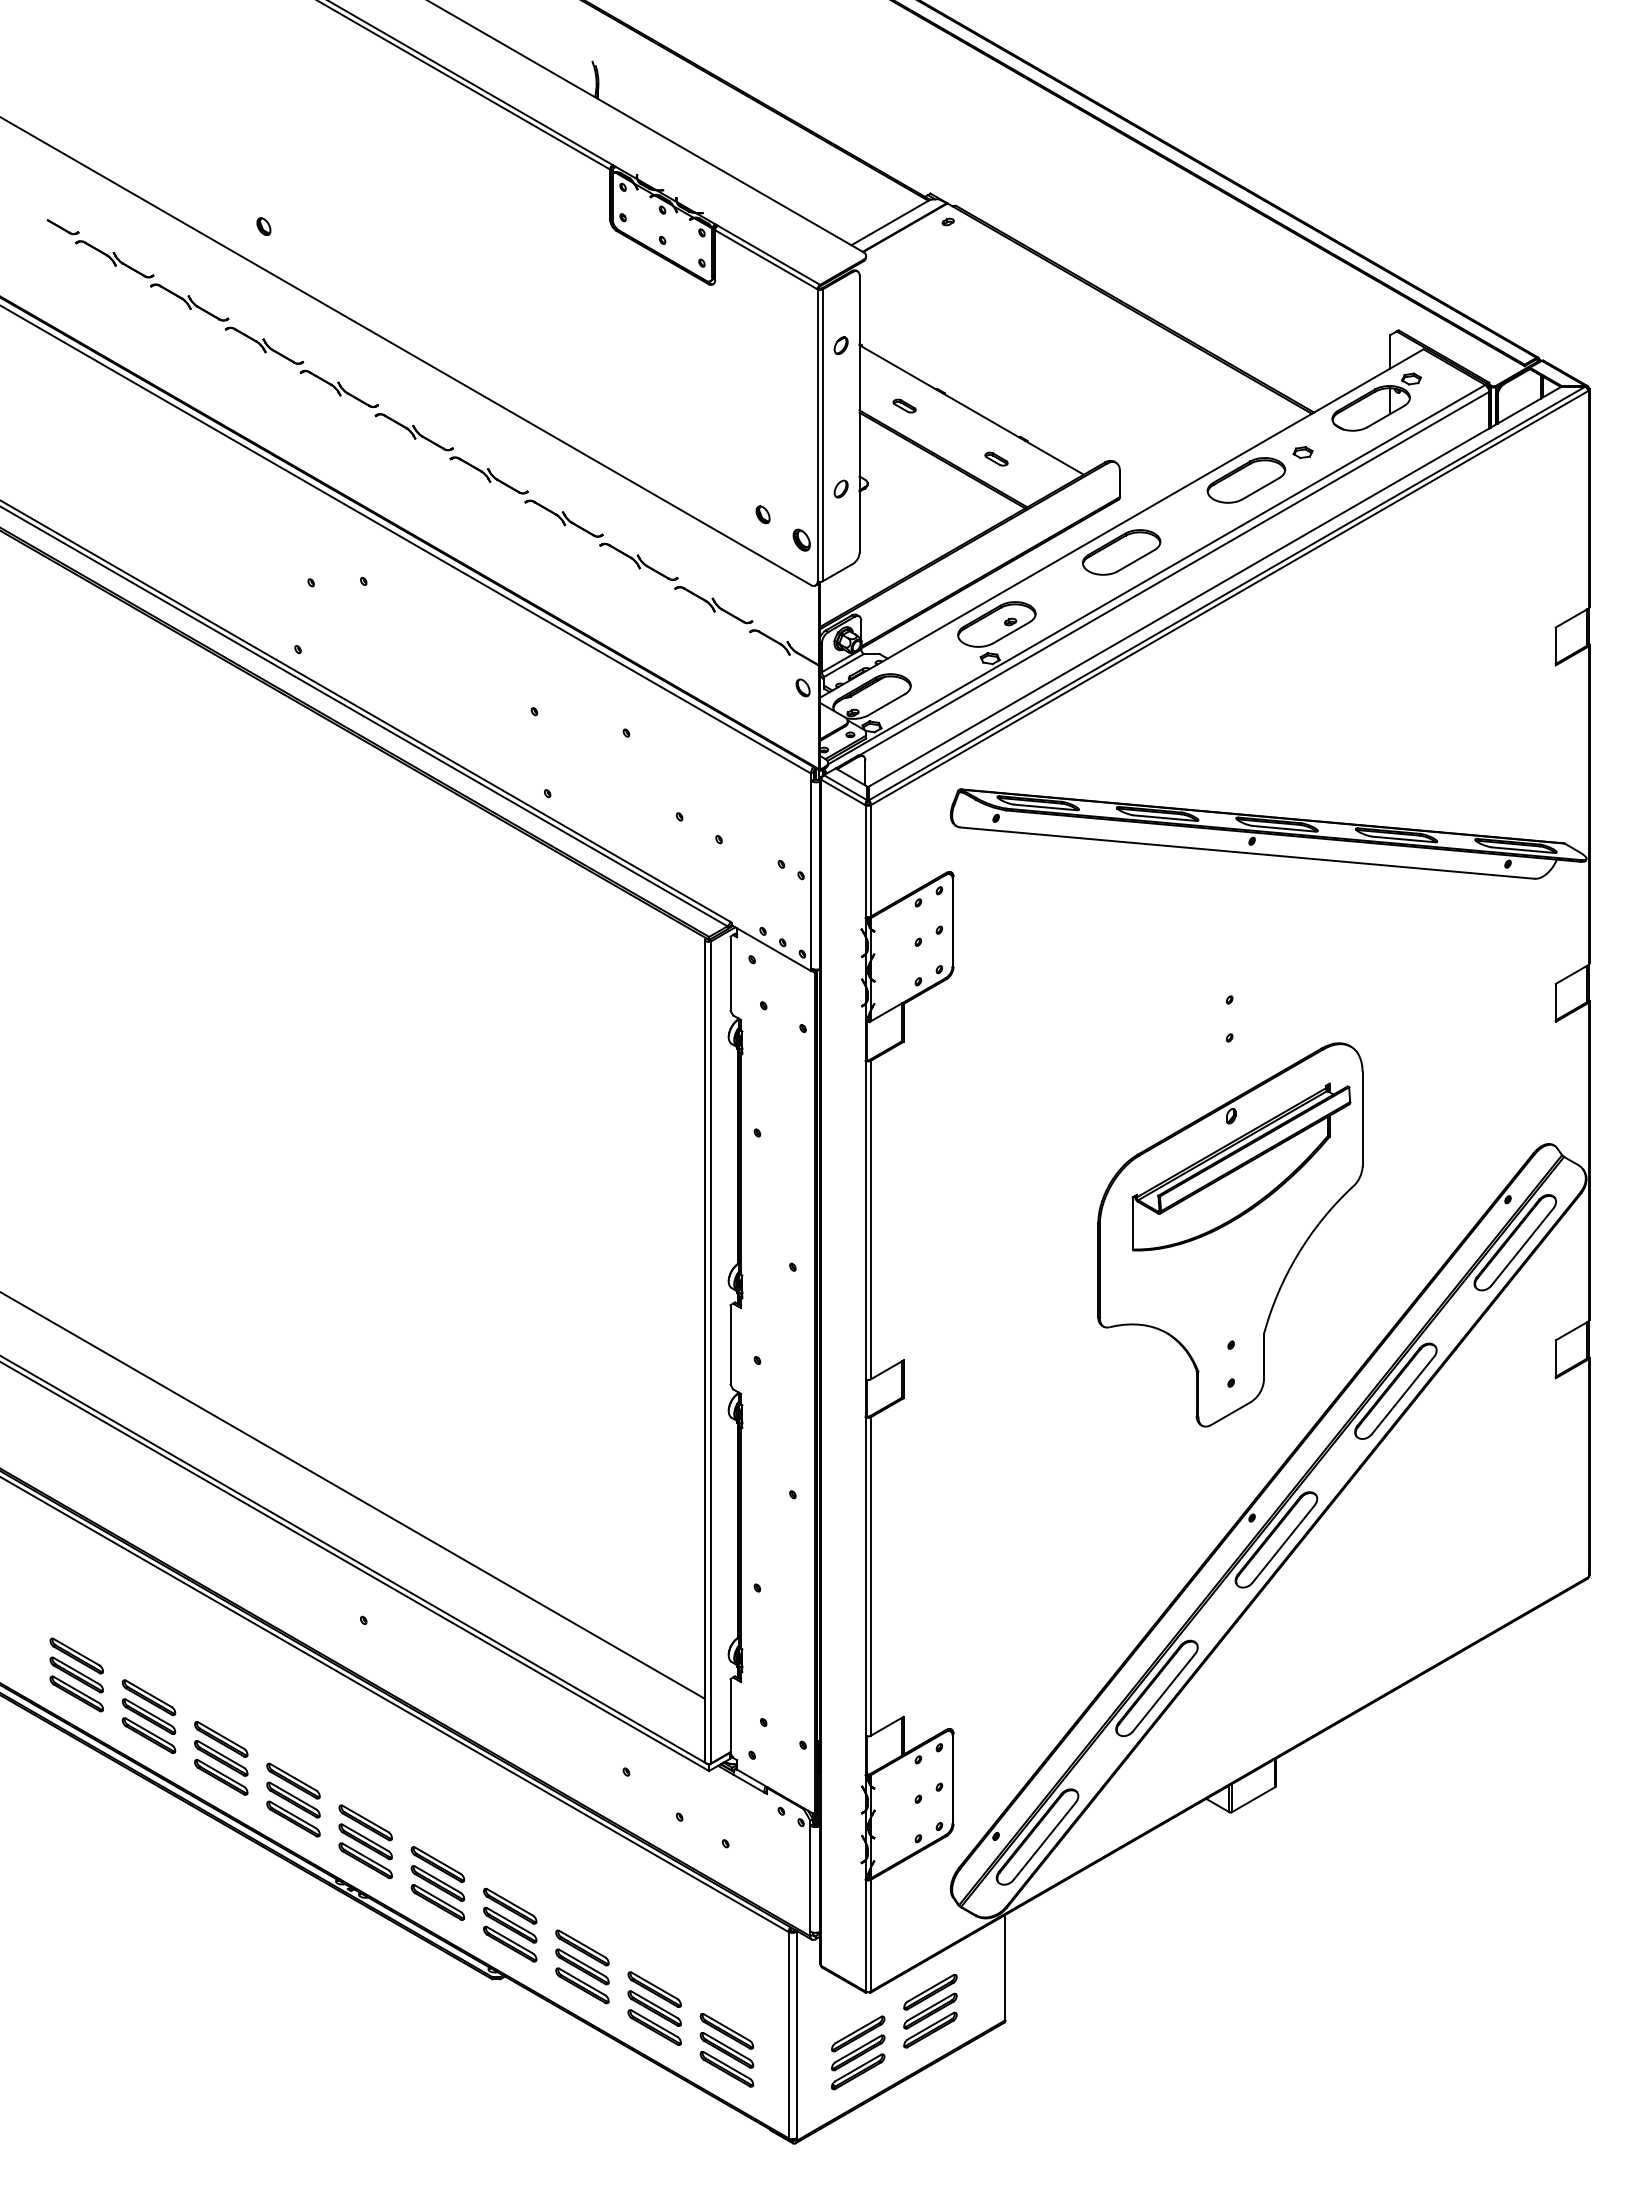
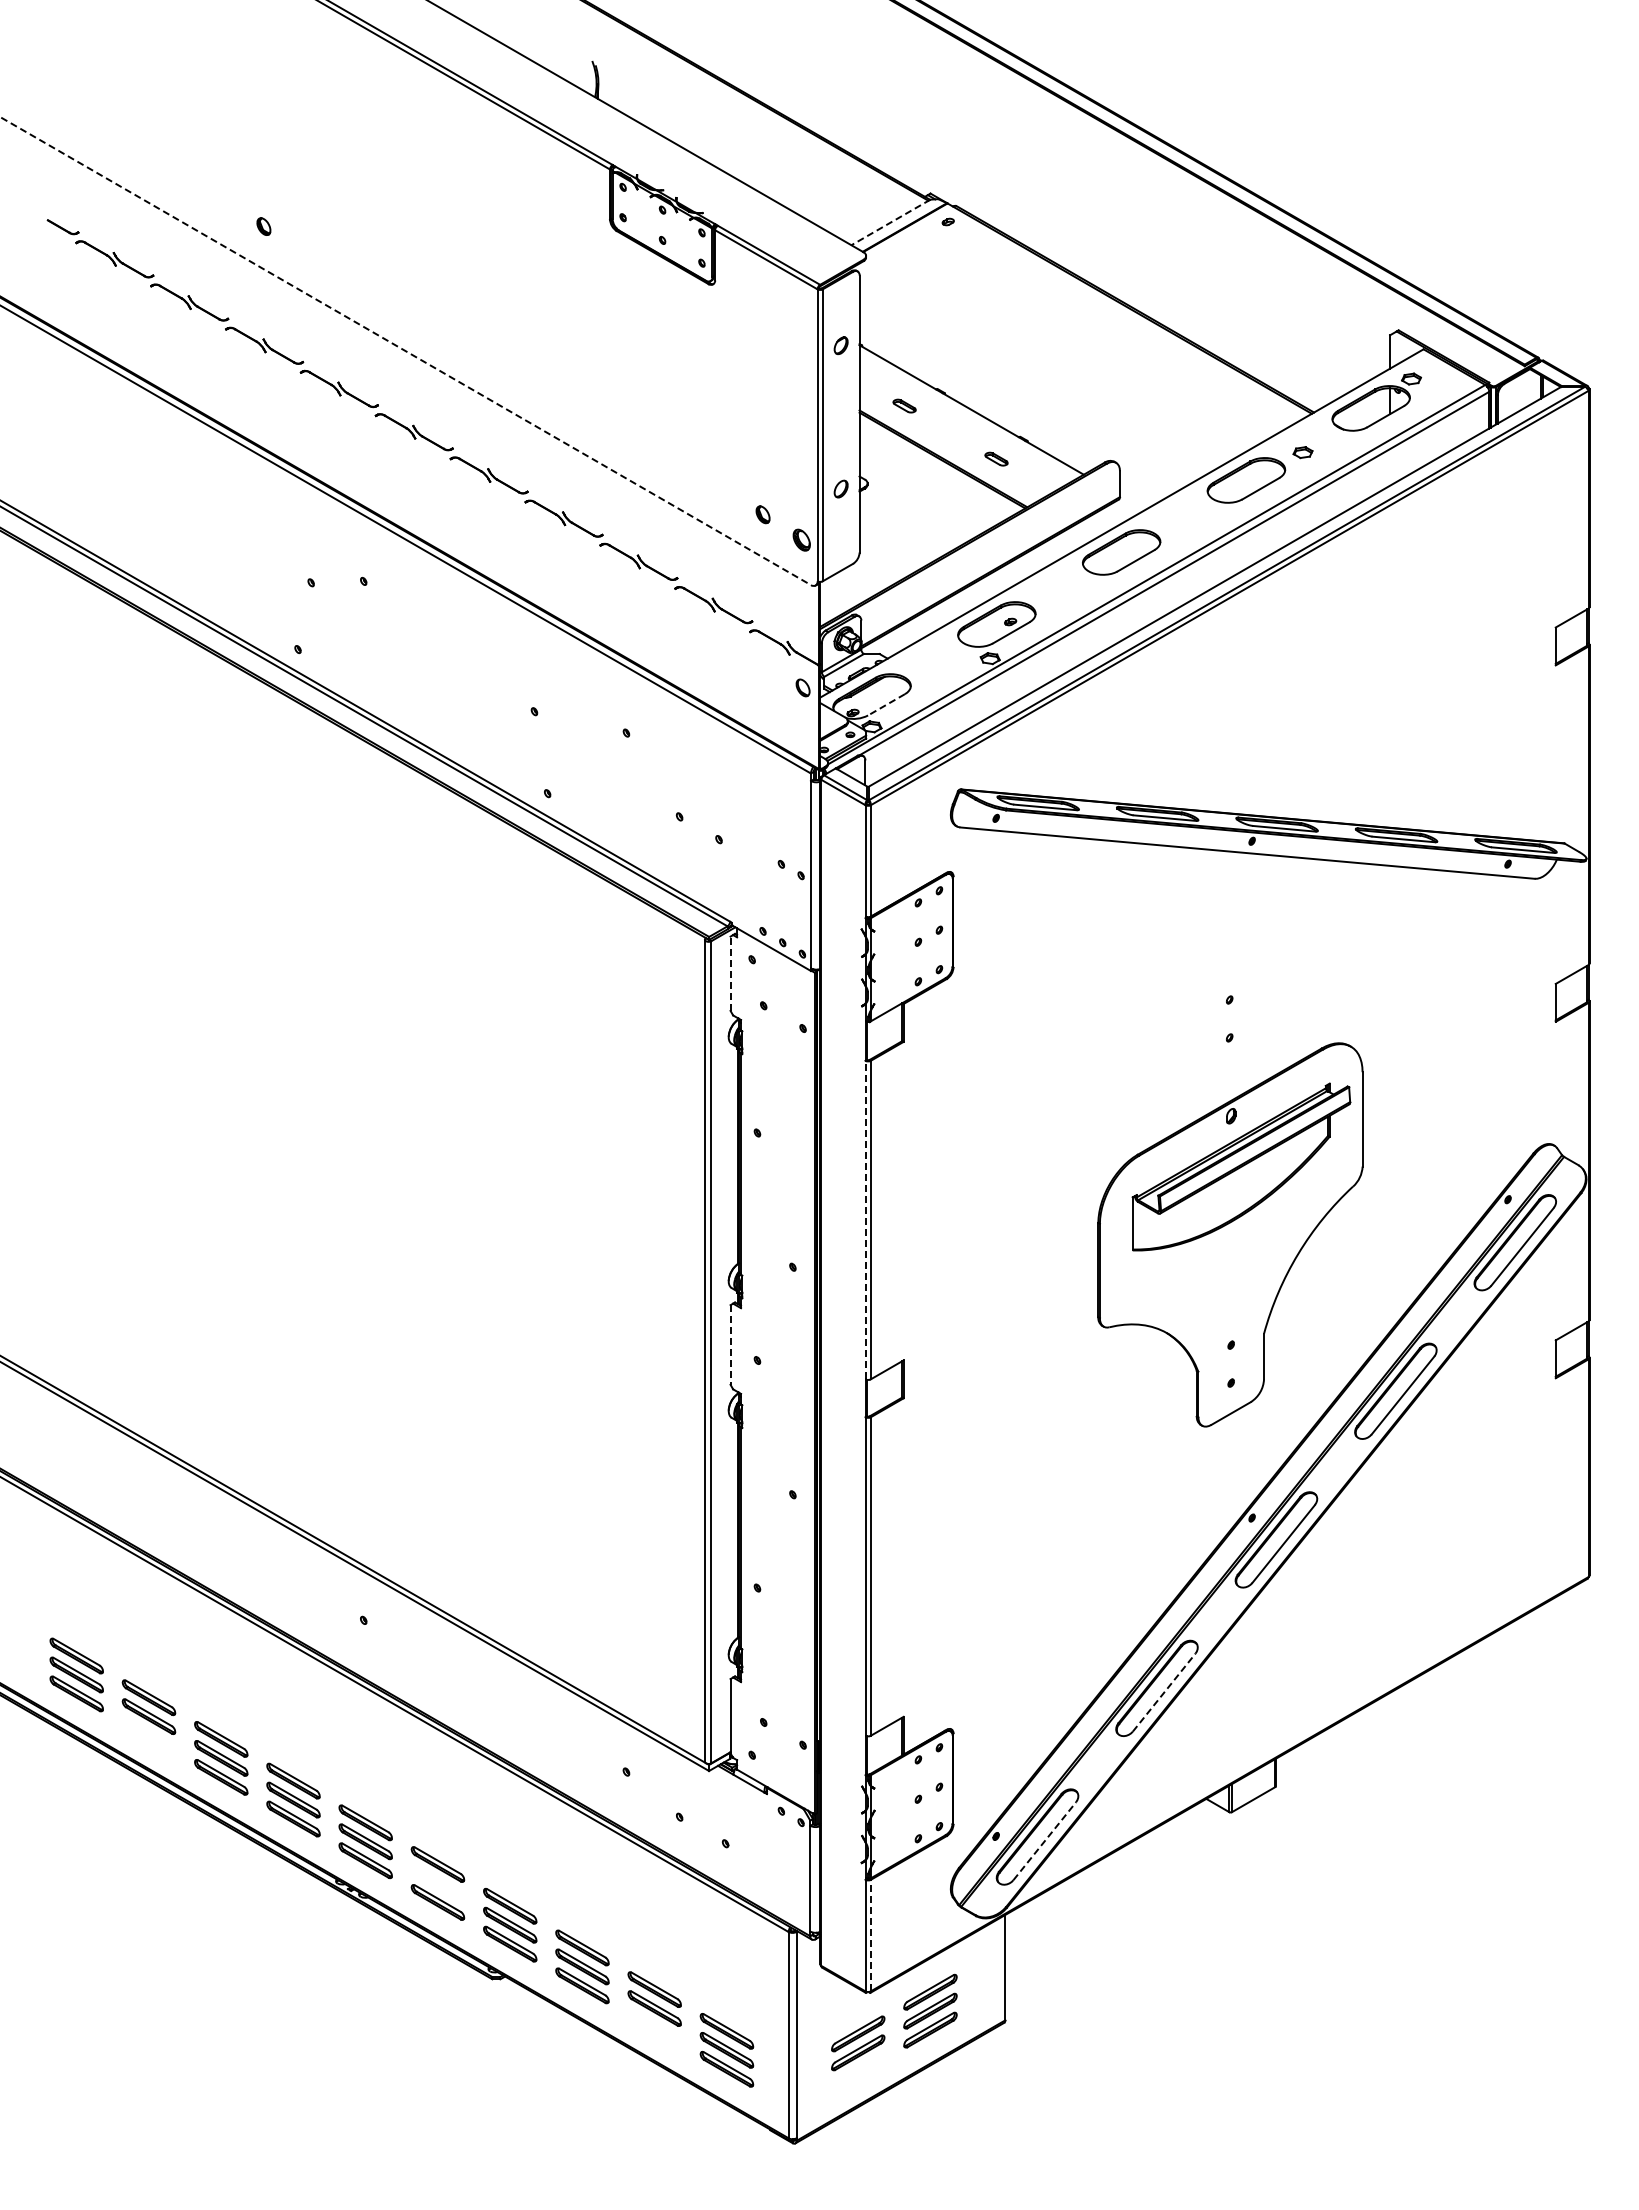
line at (890, 222): solid -> dashed
line at (405, 351): solid -> dashed
line at (886, 705): solid -> dashed
line at (730, 973): solid -> dashed
line at (865, 1219): solid -> dashed
line at (730, 1344): solid -> dashed
line at (353, 1495): present -> none
line at (1164, 1692): solid -> dashed
part at (148, 1735): present -> none
line at (1044, 1841): solid -> dashed
part at (437, 1883): present -> none
line at (870, 1935): solid -> dashed
part at (654, 2027): present -> none
part at (858, 2071): present -> none
